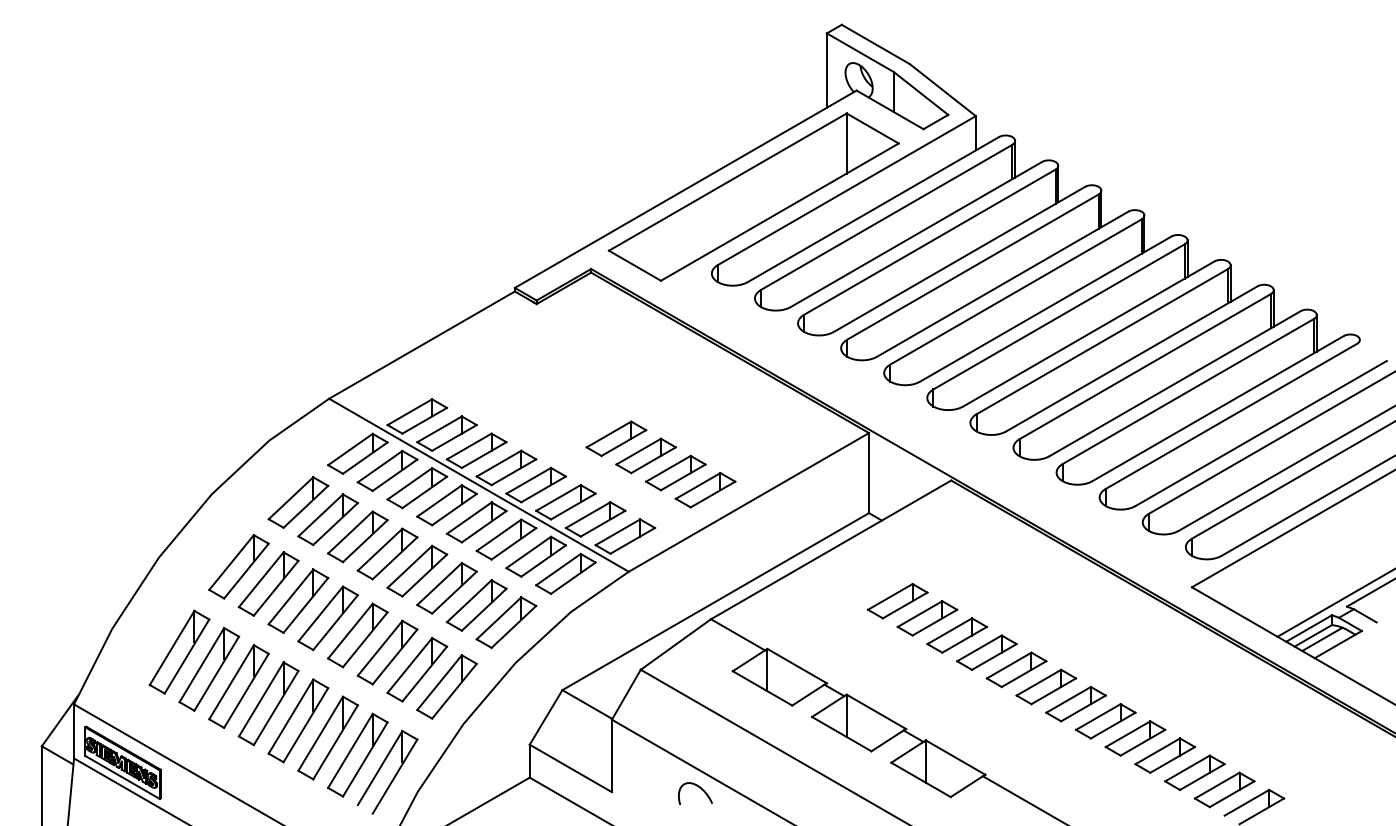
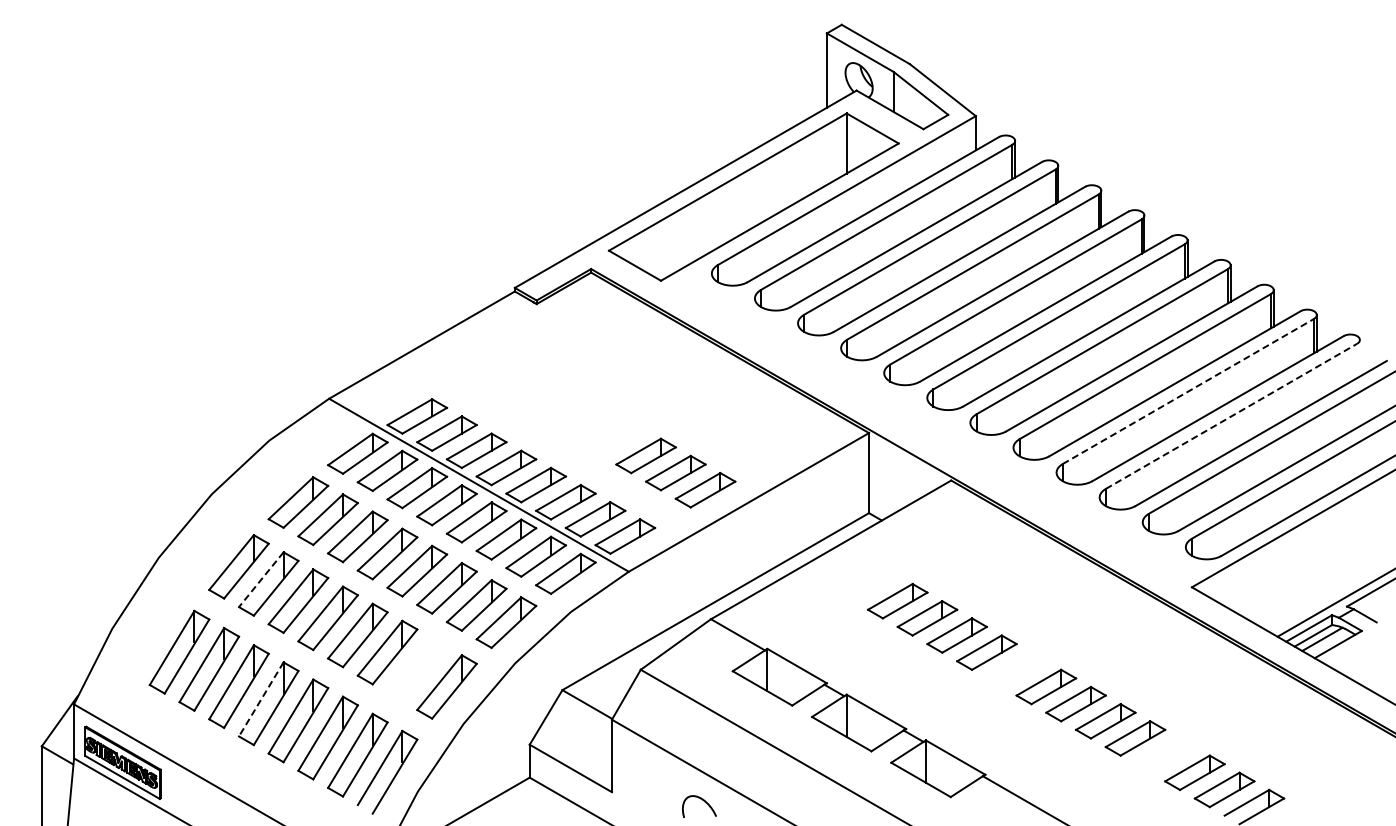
line at (1188, 391): solid -> dashed
line at (1231, 416): solid -> dashed
part at (616, 438): present -> none
line at (260, 580): solid -> dashed
part at (417, 669): present -> none
part at (1016, 669): present -> none
line at (261, 699): solid -> dashed
part at (1164, 755): present -> none
curve at (699, 788) position: (699, 788) -> (703, 801)
